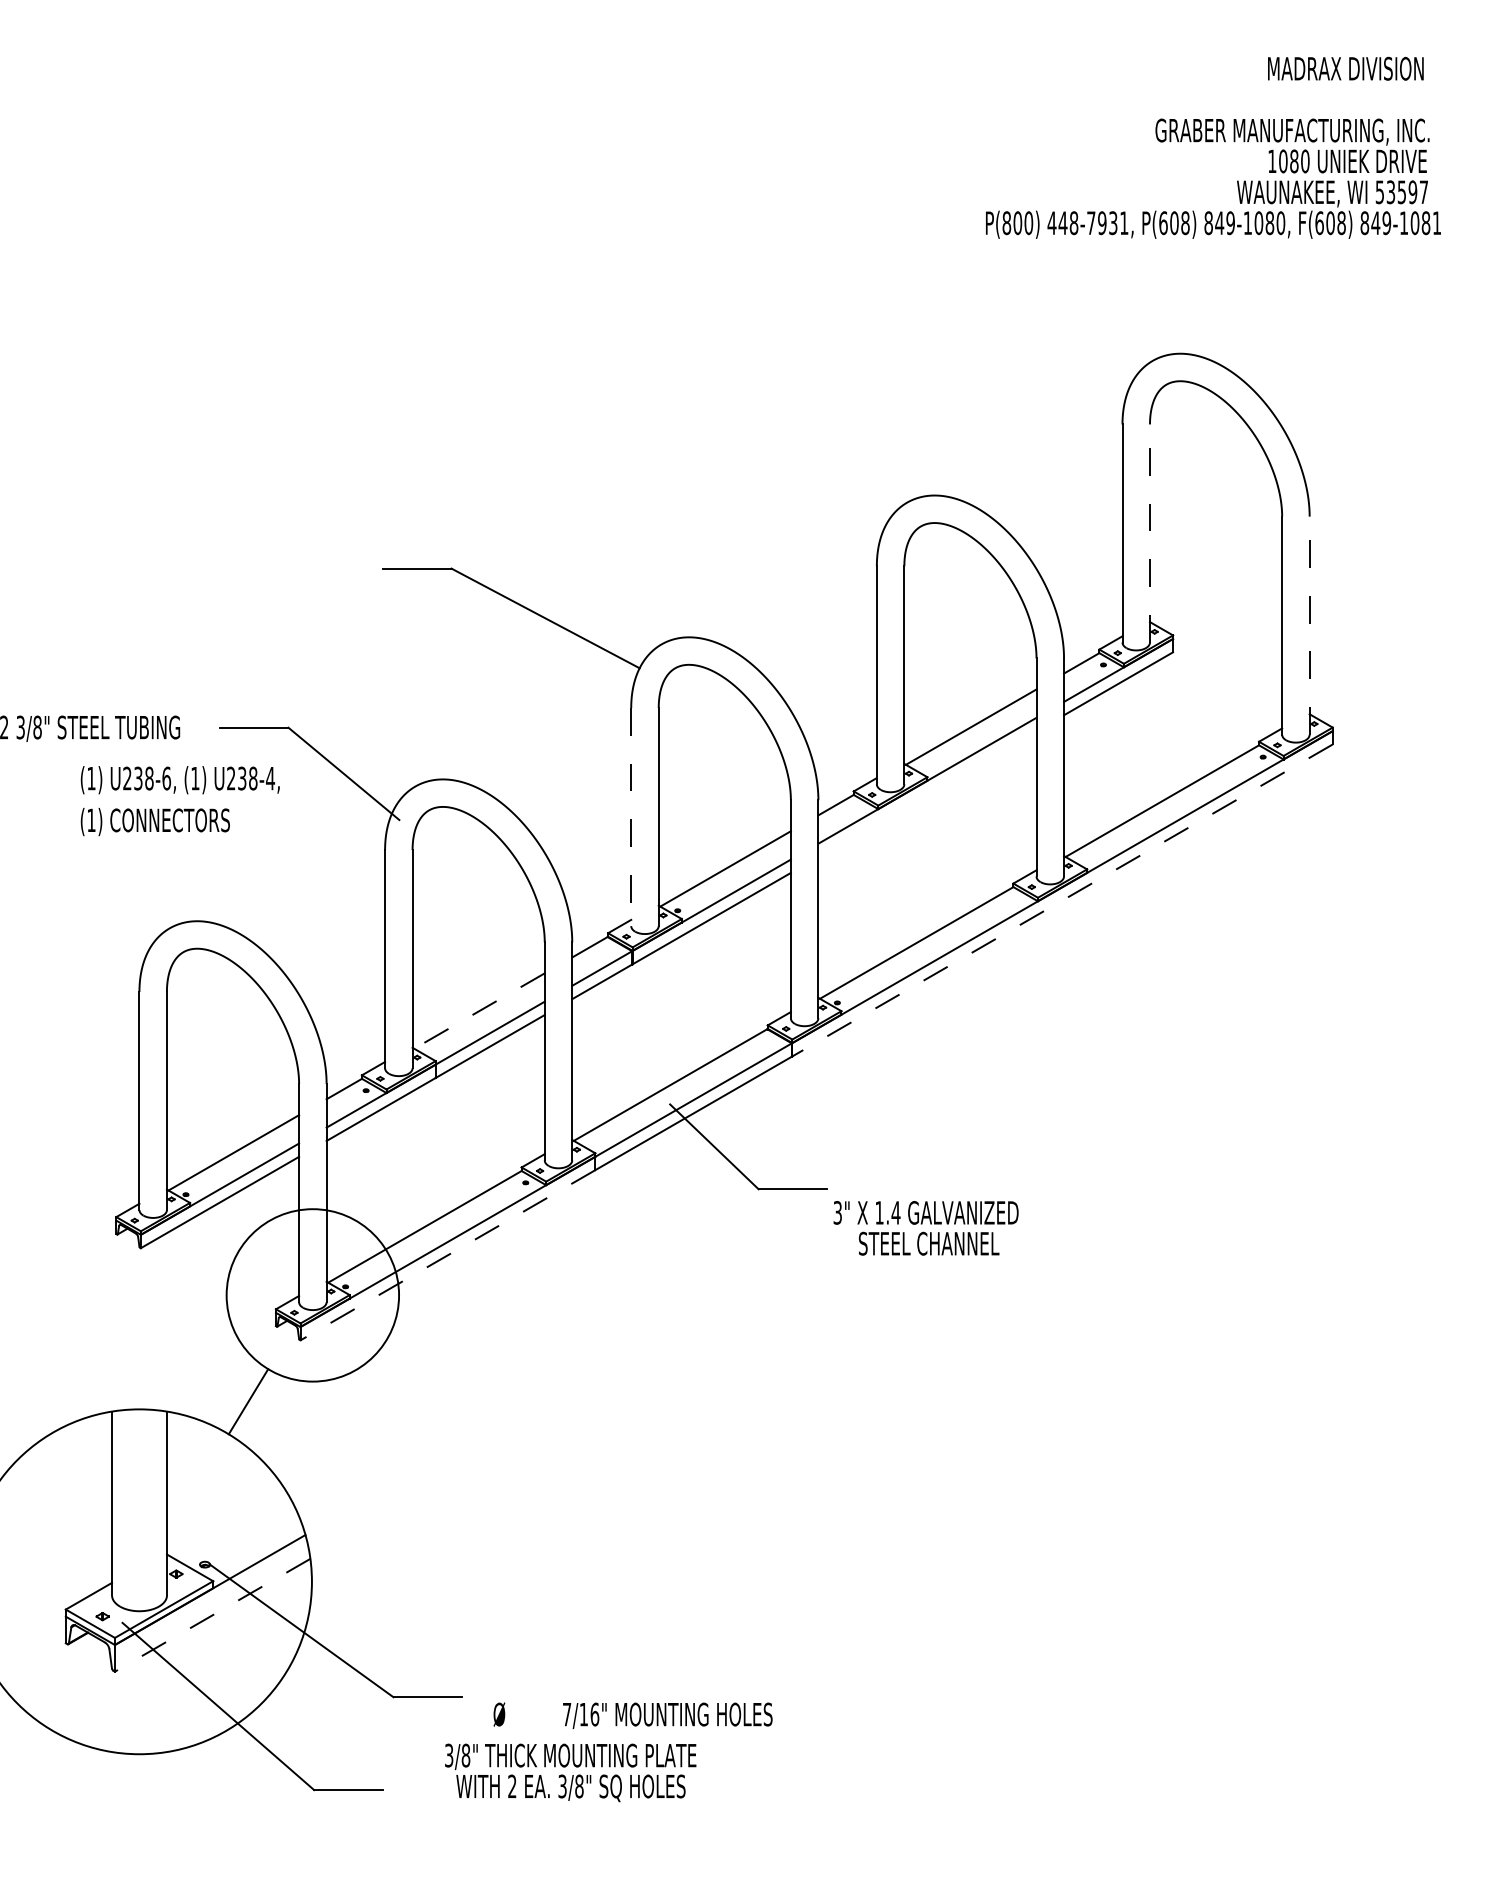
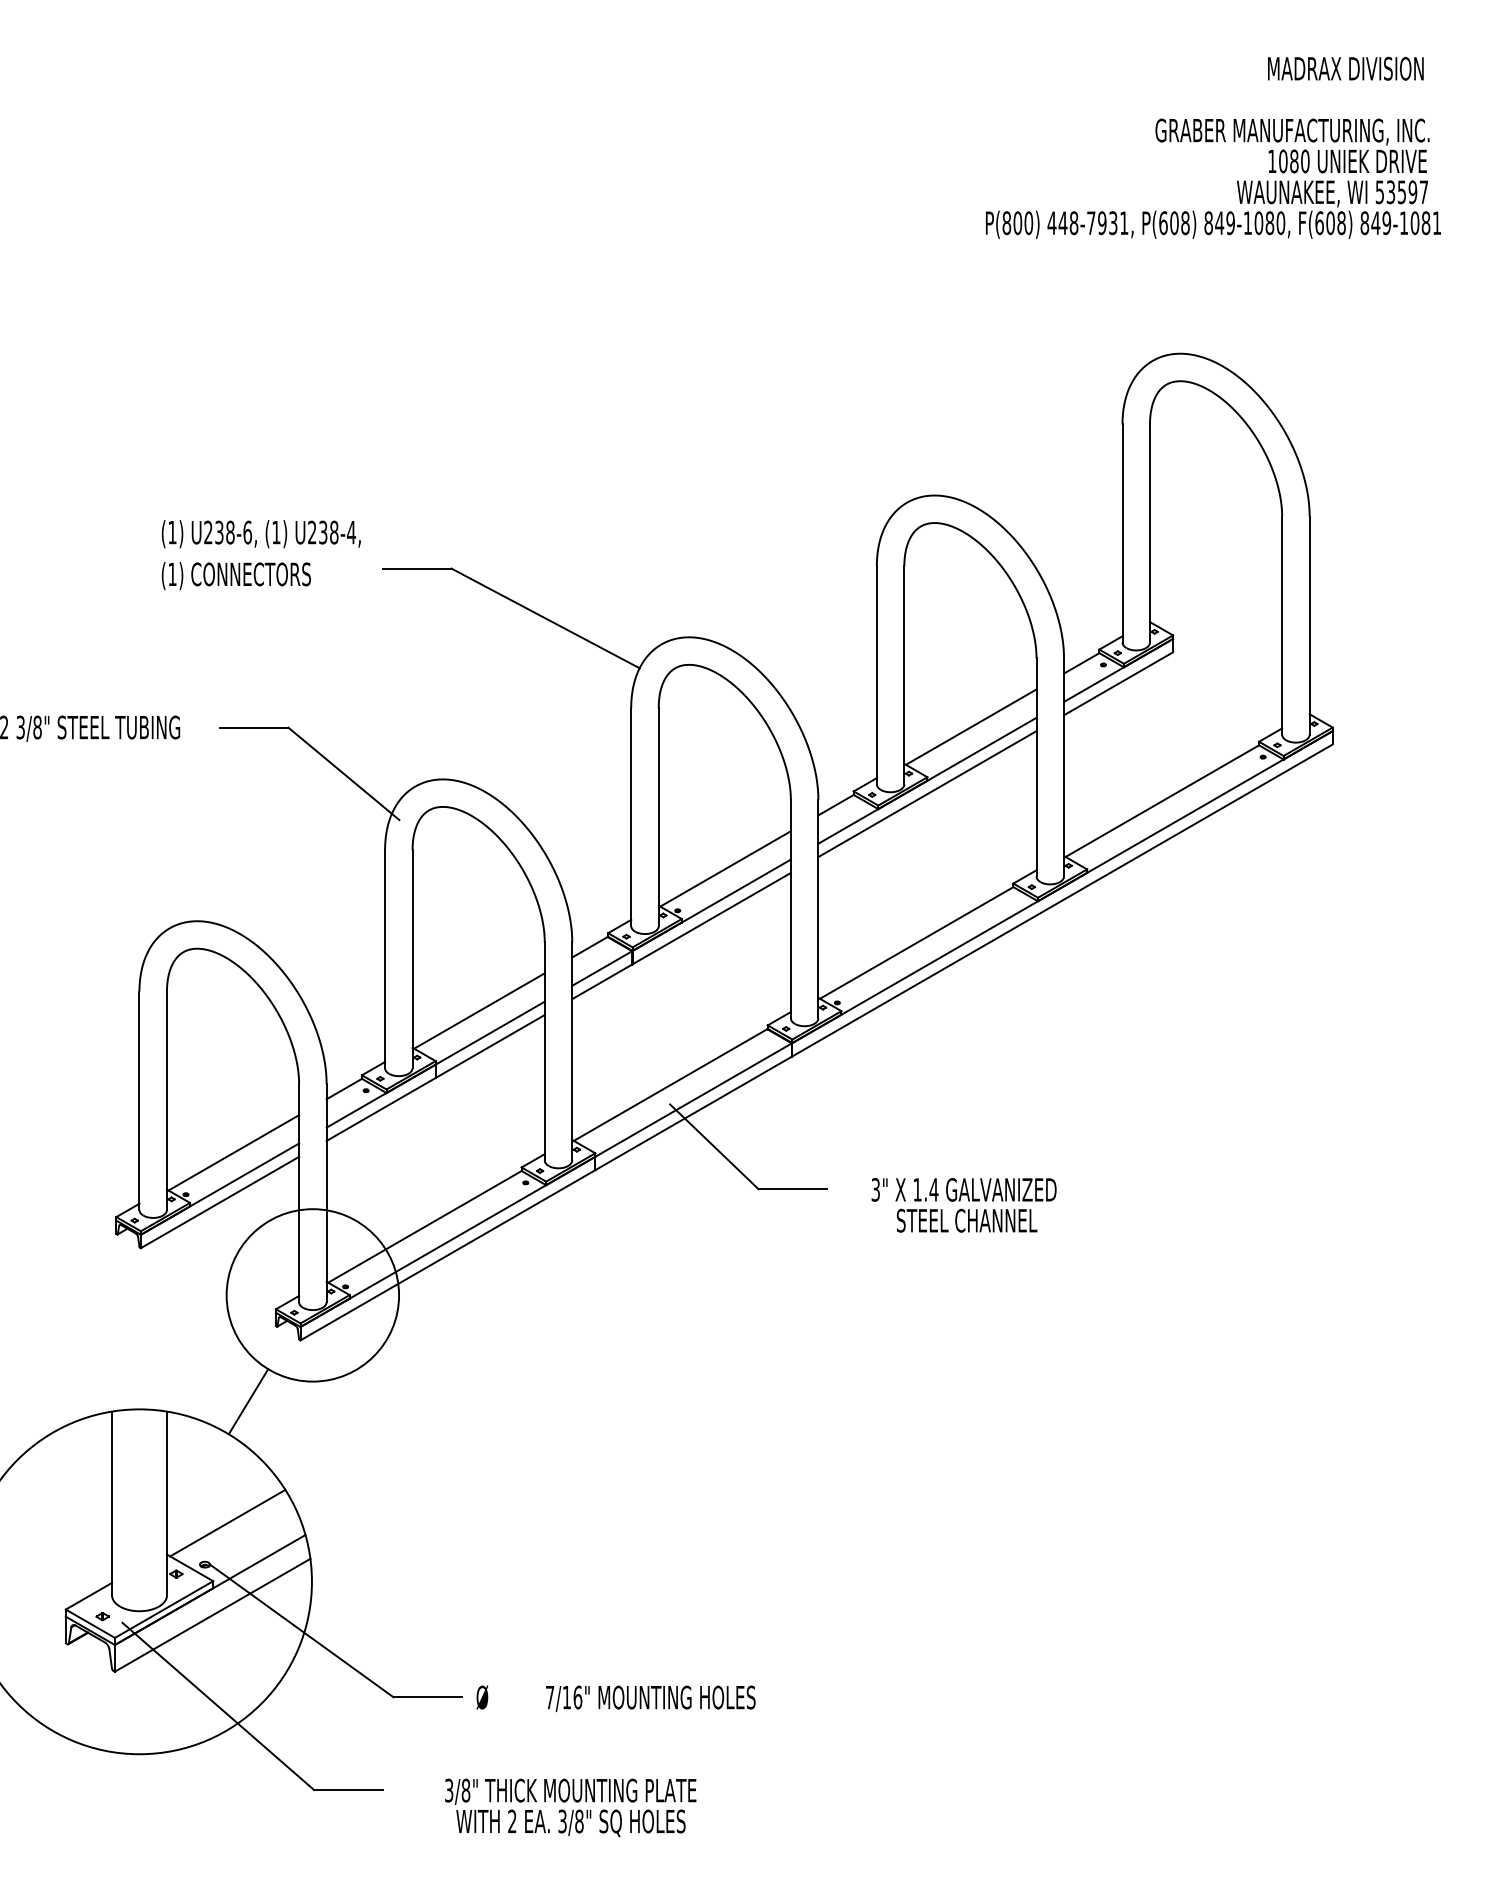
line at (1150, 532): dashed -> solid
line at (1309, 625): dashed -> solid
line at (927, 794): none -> present
text at (179, 801) position: (179, 801) -> (260, 555)
line at (631, 817): dashed -> solid
line at (1062, 900): dashed -> solid
line at (479, 1011): dashed -> solid
text at (925, 1228) position: (925, 1228) -> (963, 1205)
line at (447, 1255): dashed -> solid
line at (227, 1522): none -> present
line at (212, 1615): dashed -> solid
text at (632, 1715) position: (632, 1715) -> (615, 1698)
text at (570, 1772) position: (570, 1772) -> (570, 1807)
